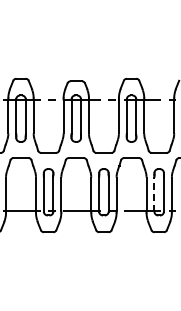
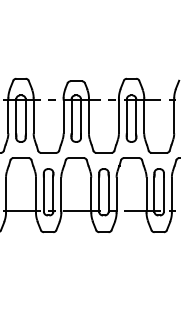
line at (154, 193): dashed -> solid
